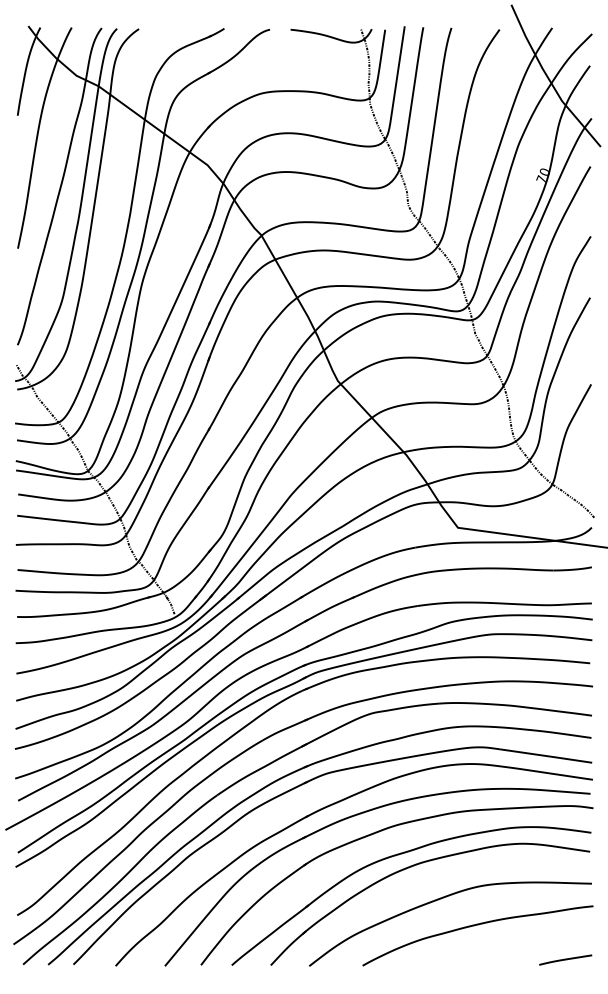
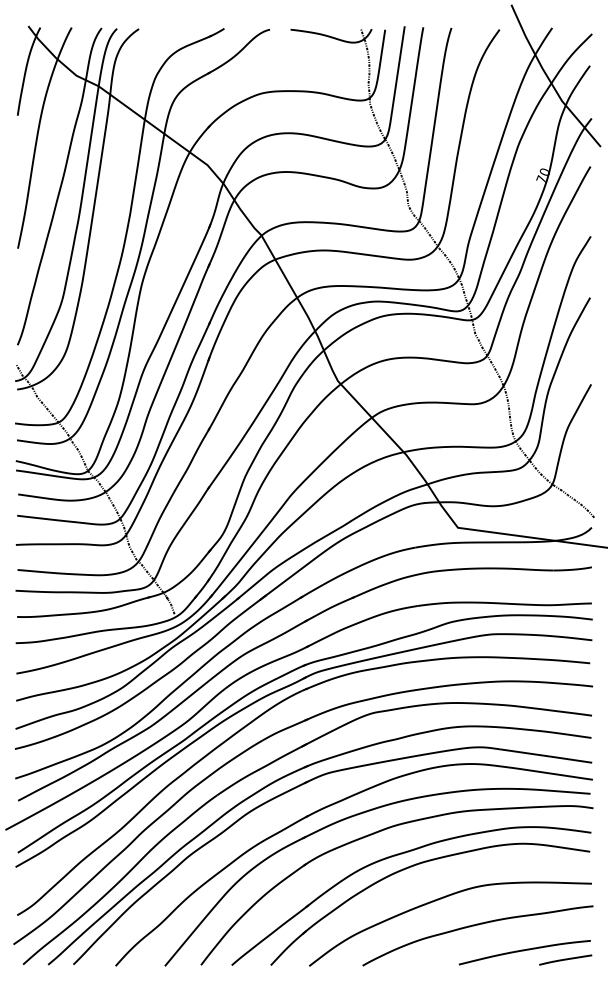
curve at (524, 951): none -> present
